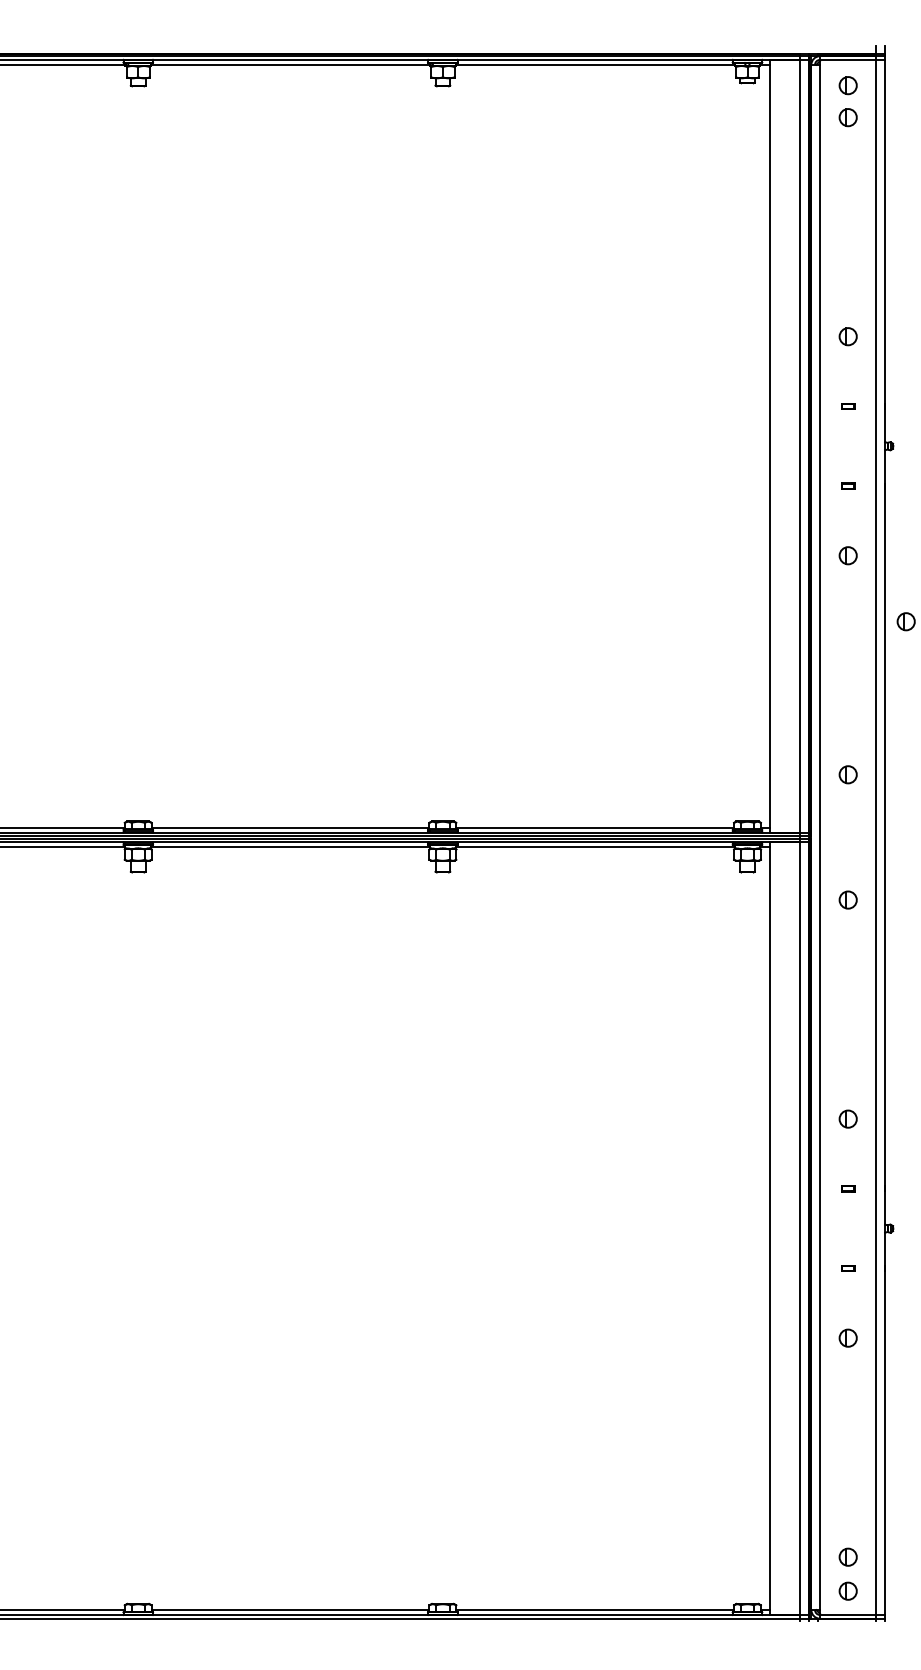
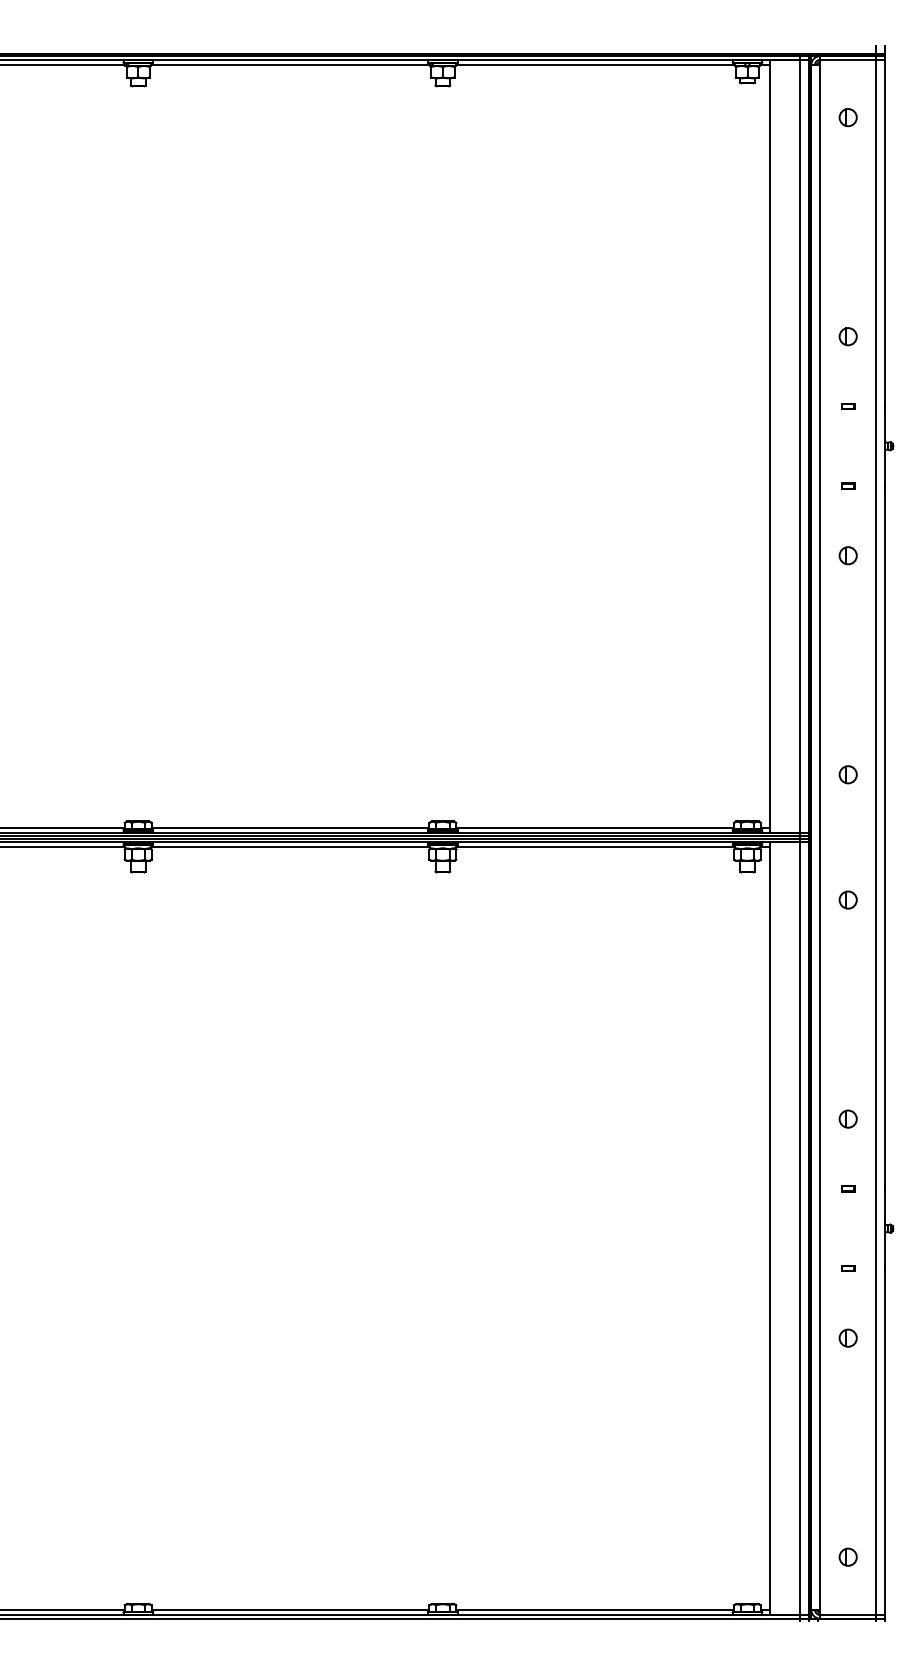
part at (847, 85): present -> none
part at (905, 621): present -> none
part at (847, 1590): present -> none
